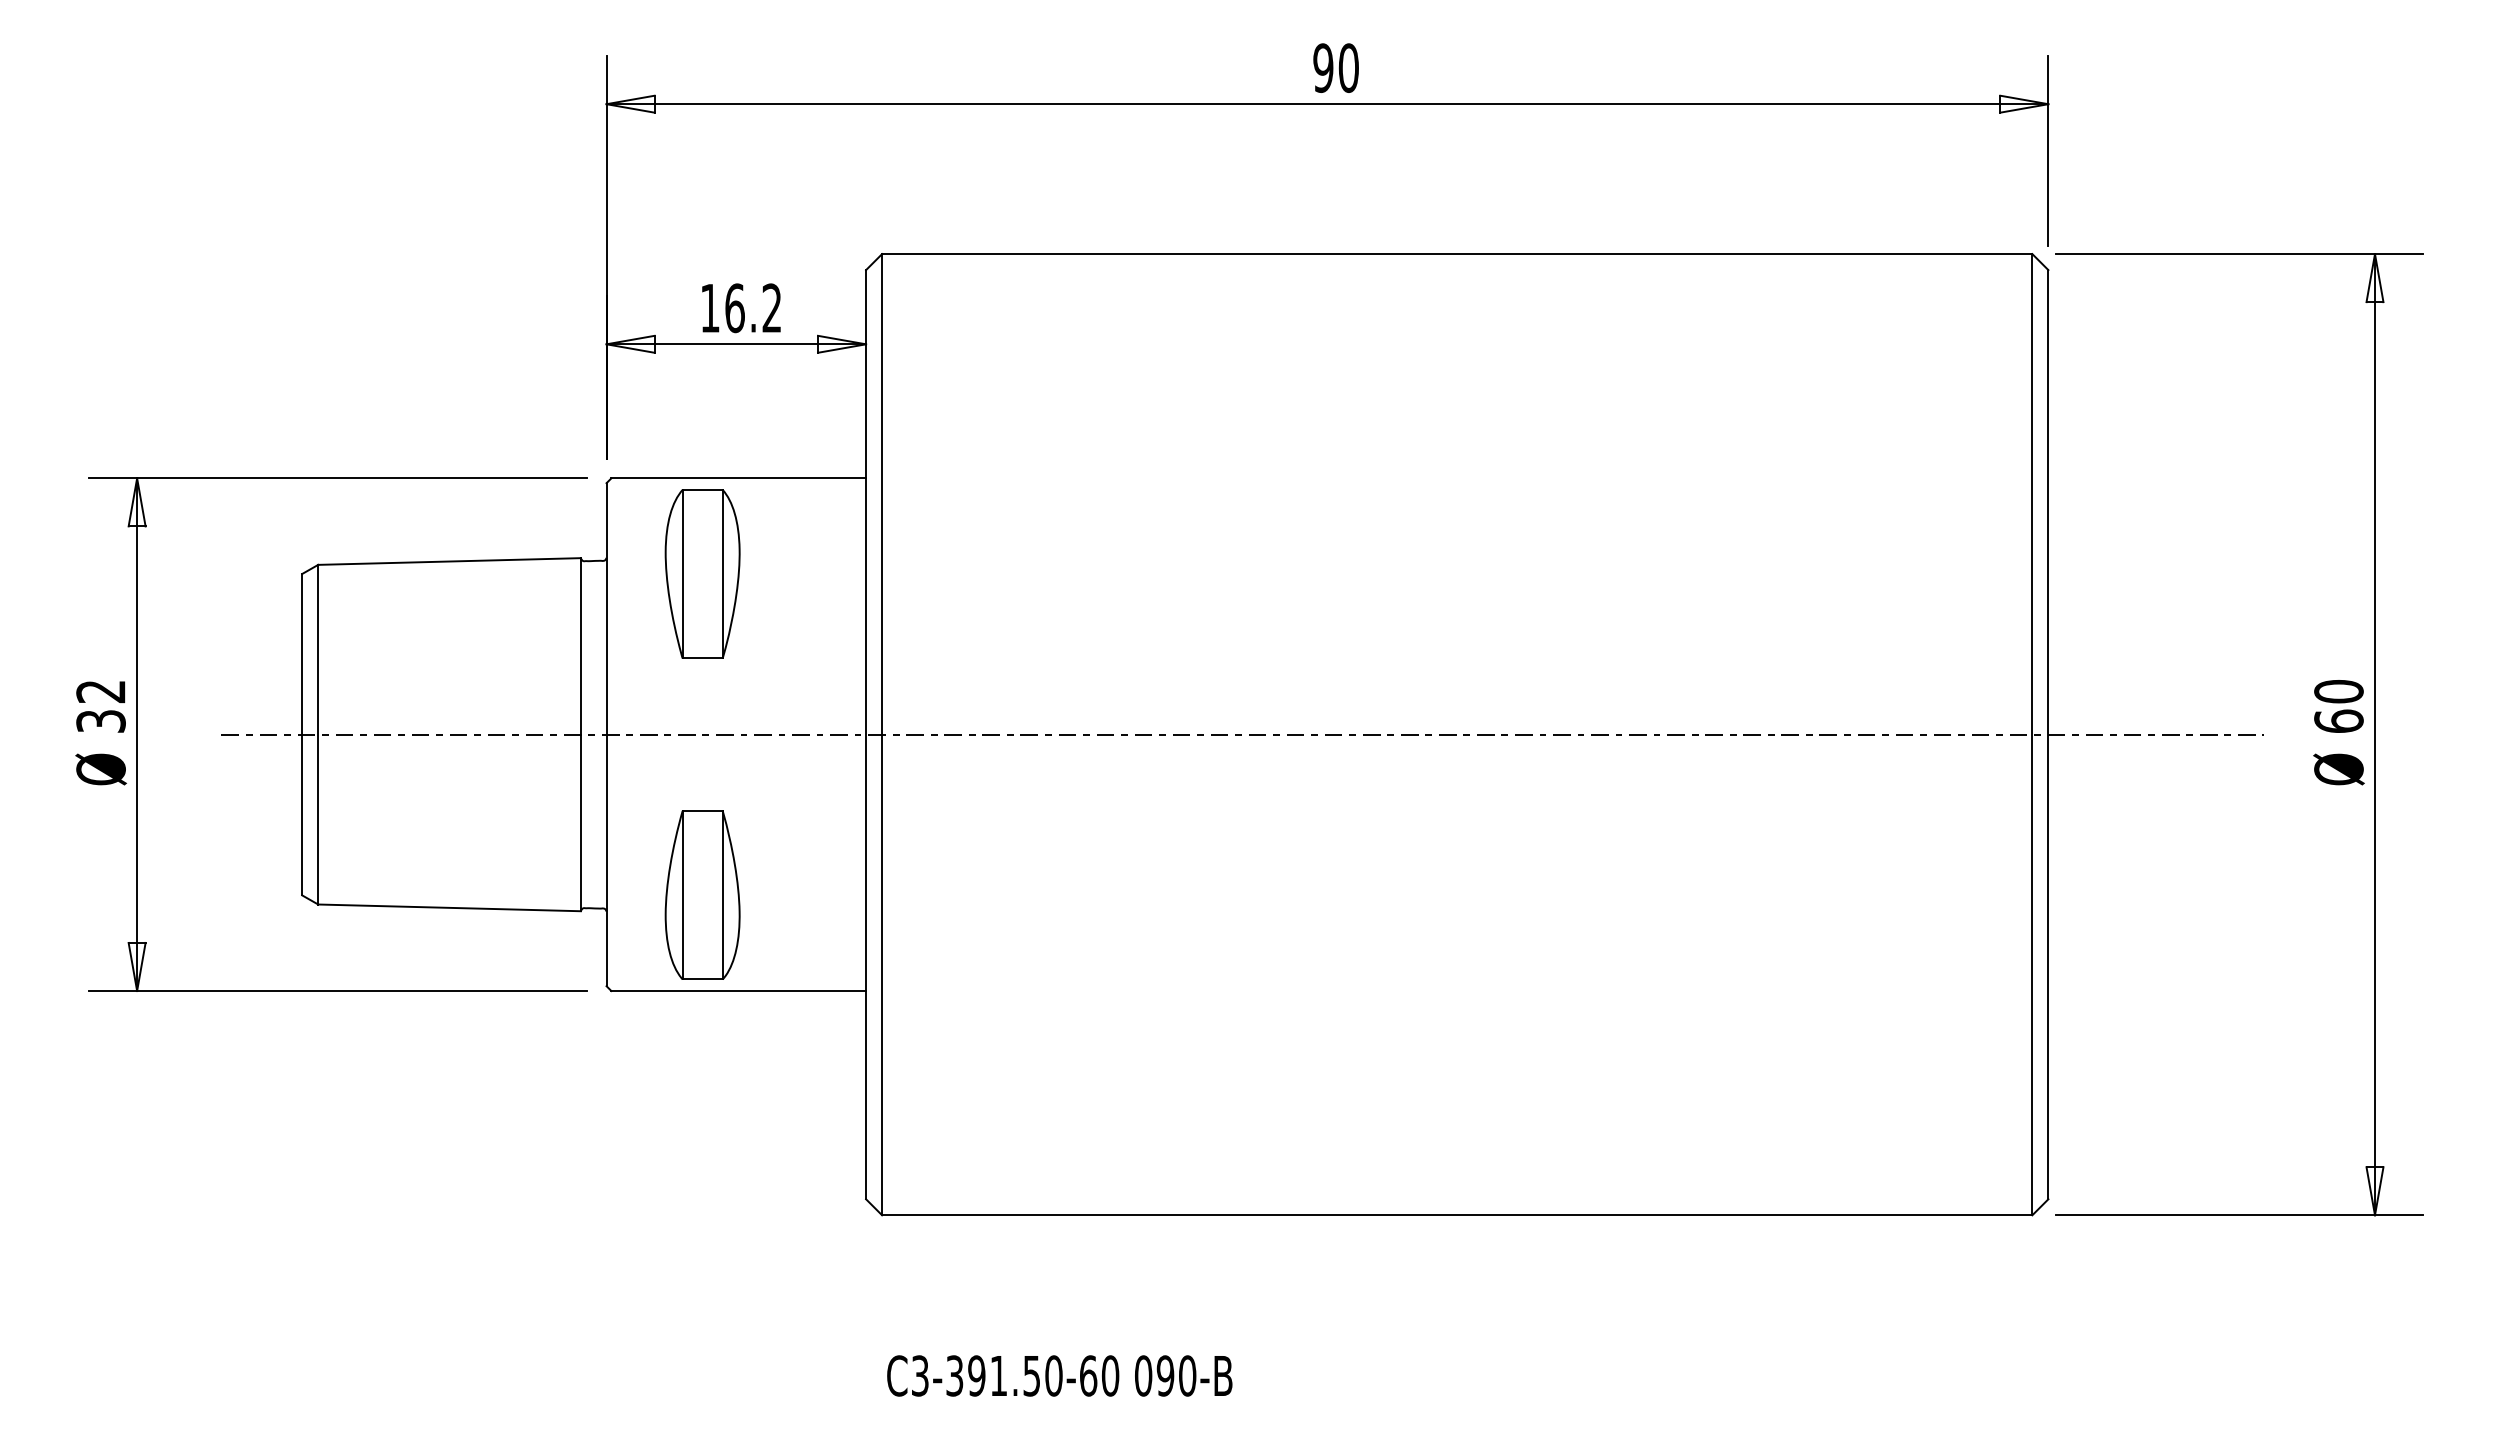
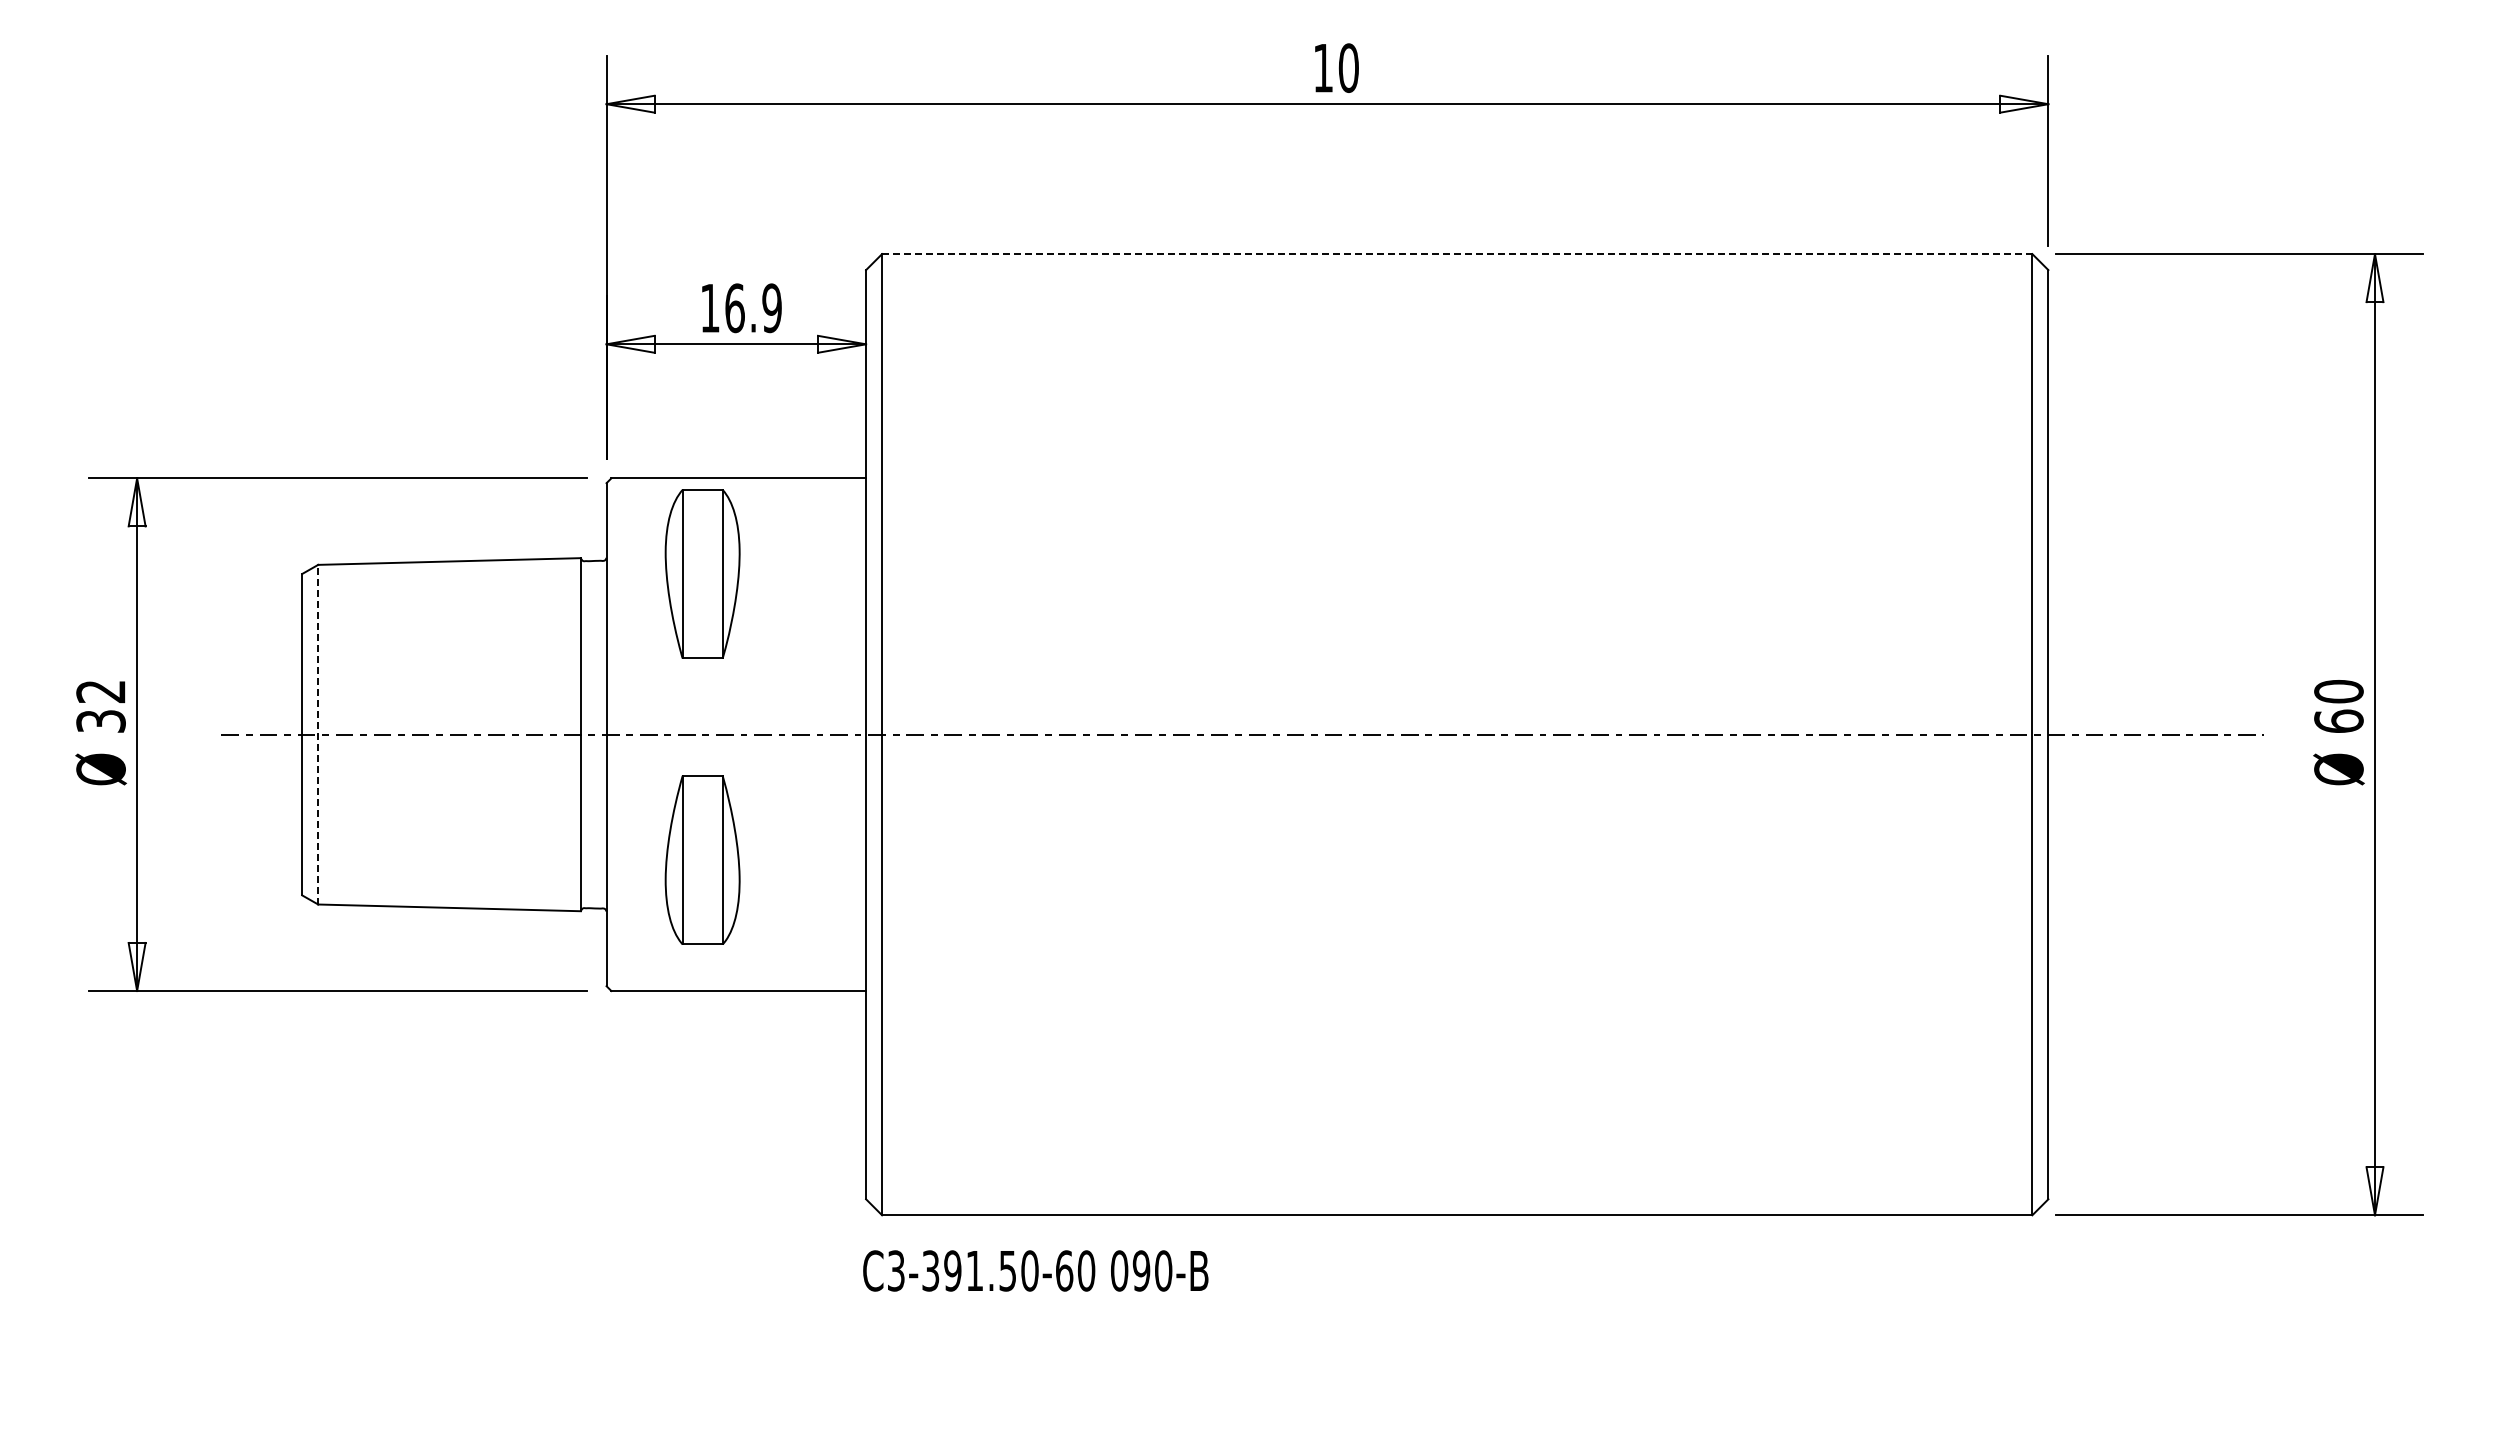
text at (1323, 68): 90 -> 10
line at (1457, 254): solid -> dashed
text at (771, 308): 16.2 -> 16.9
line at (318, 734): solid -> dashed
part at (702, 894) position: (702, 894) -> (702, 859)
text at (1059, 1375) position: (1059, 1375) -> (1035, 1270)
